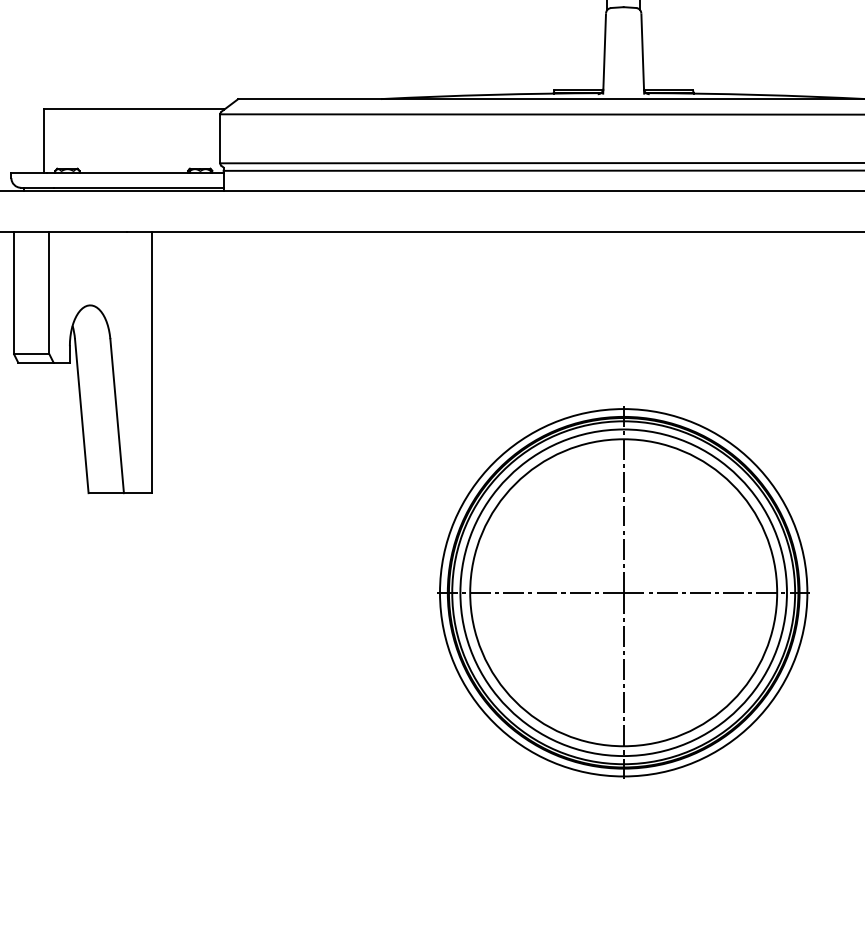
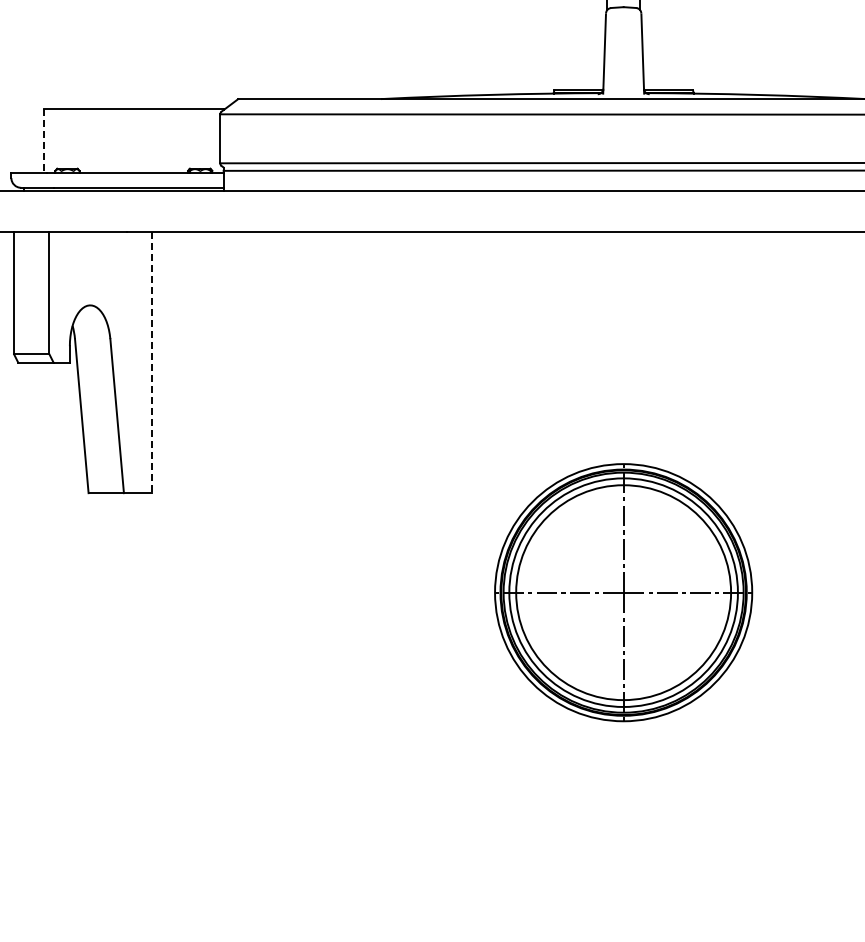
line at (44, 141): solid -> dashed
line at (151, 362): solid -> dashed
part at (623, 592) size: 373x373 px -> 260x260 px
